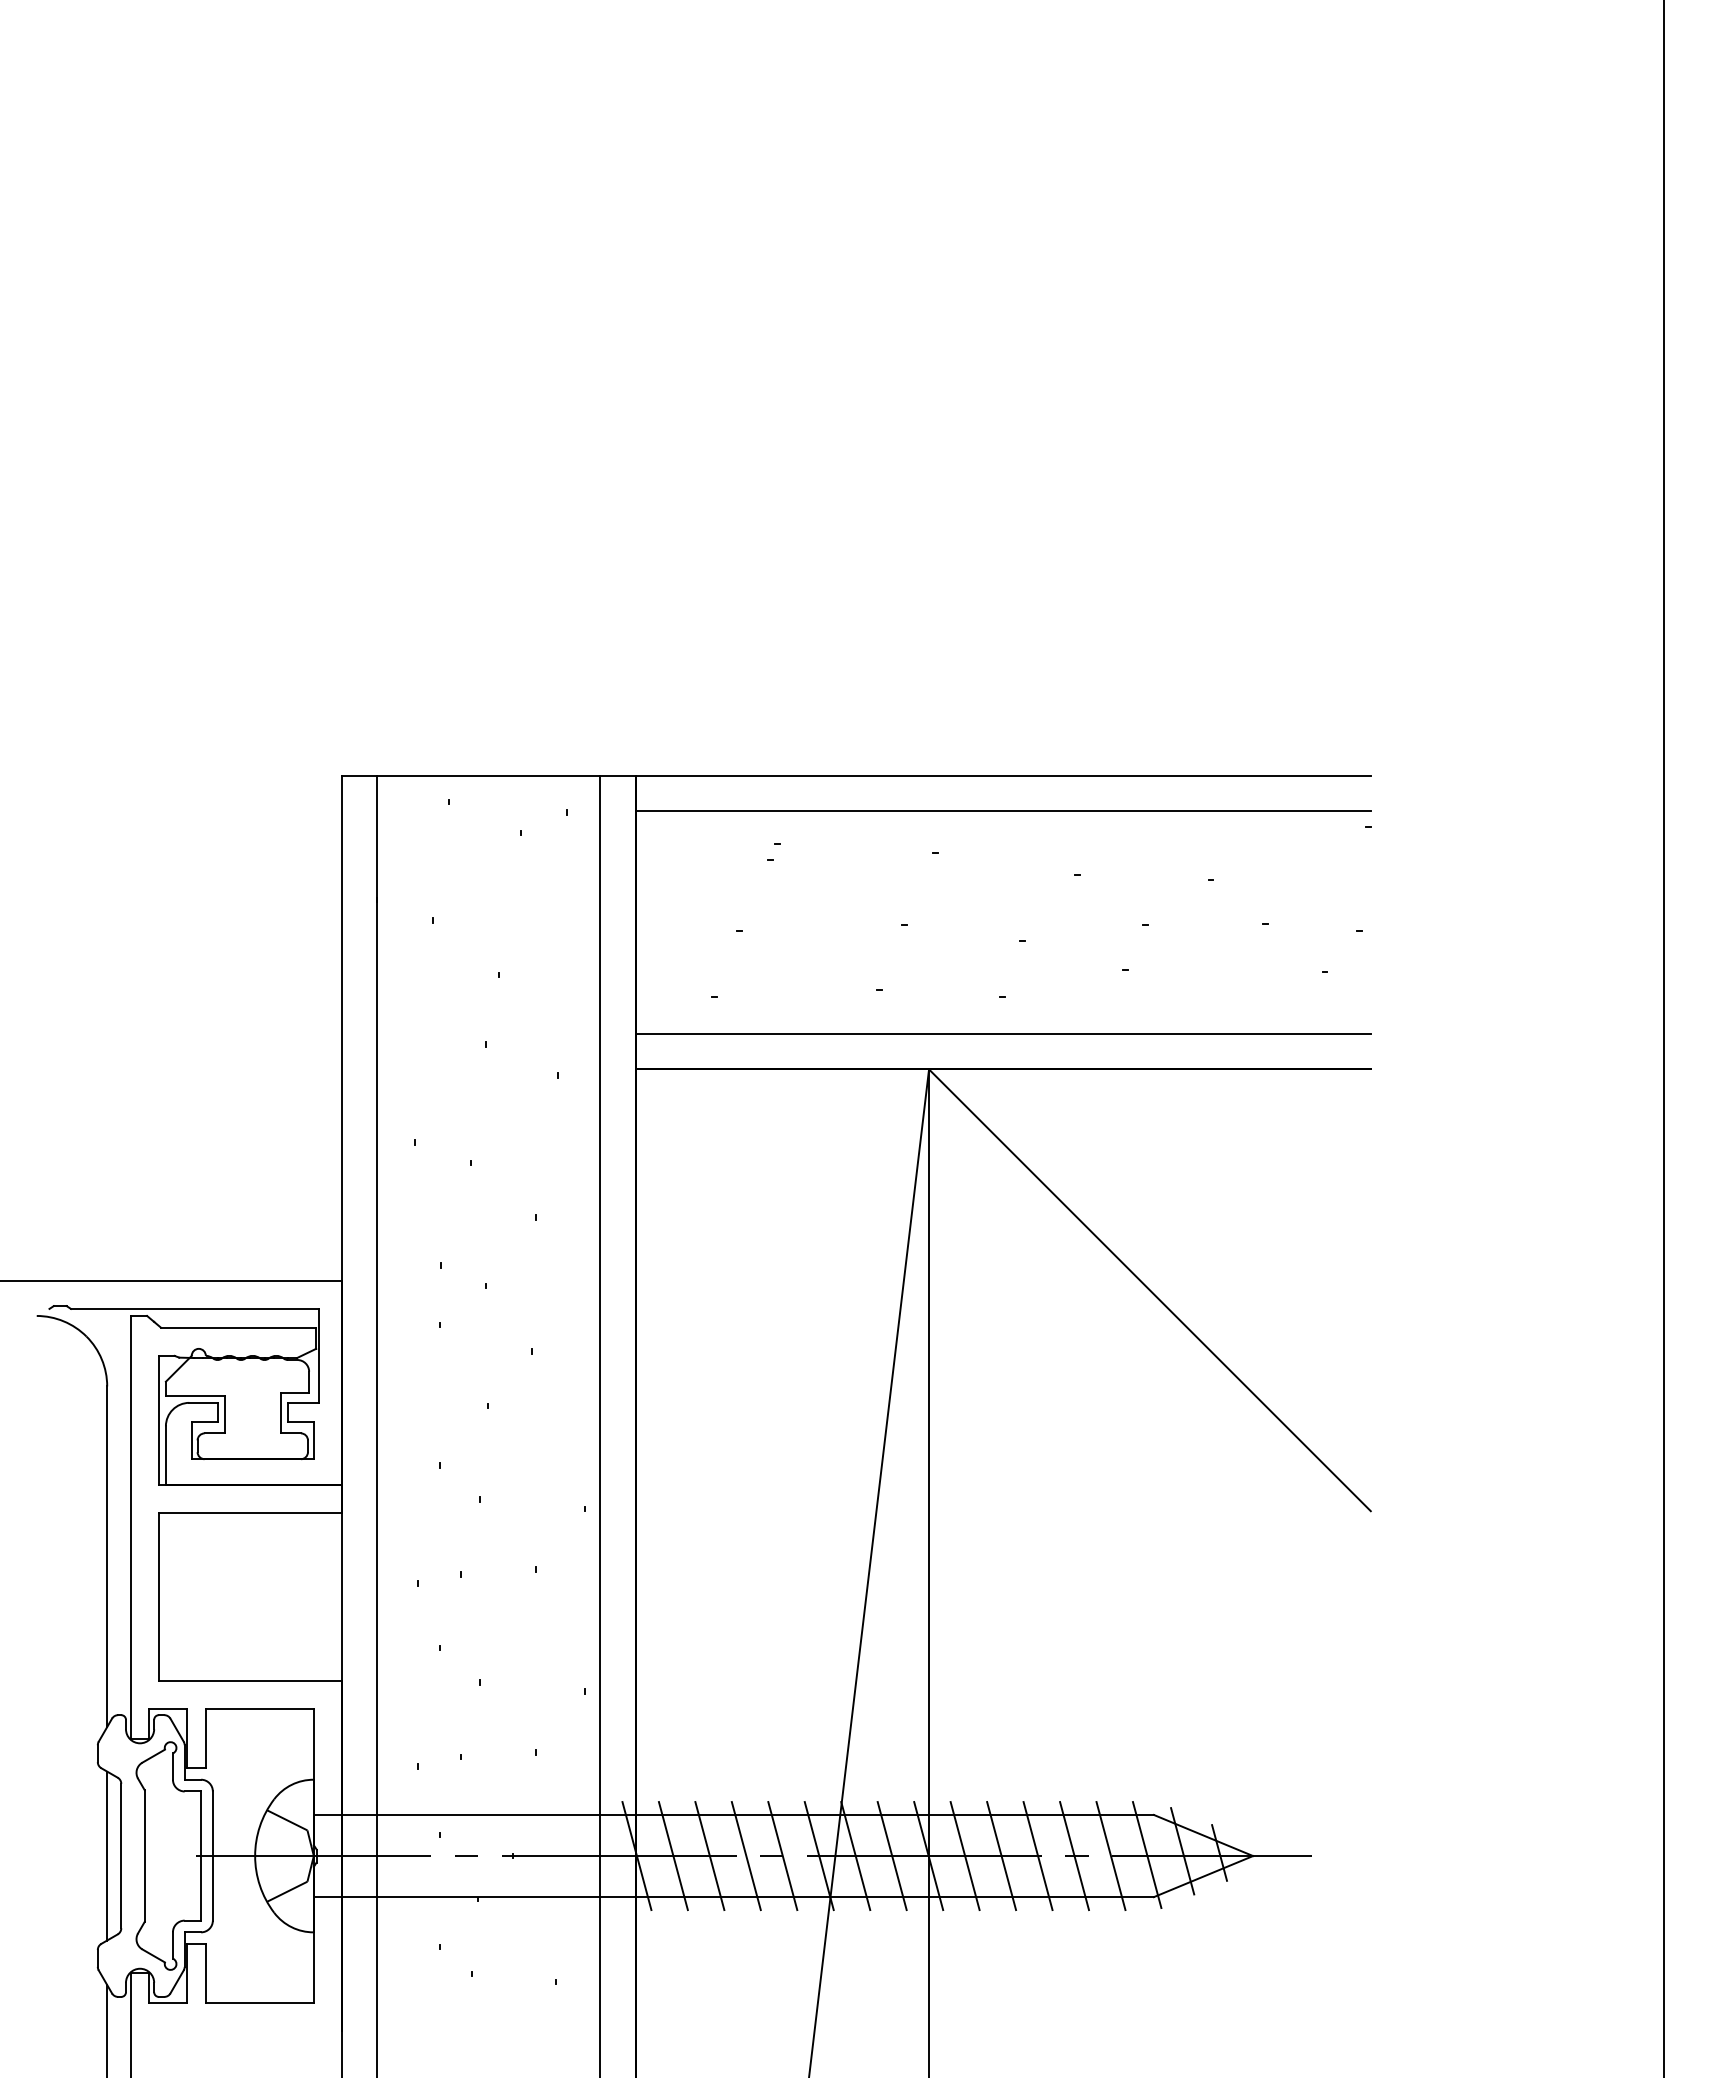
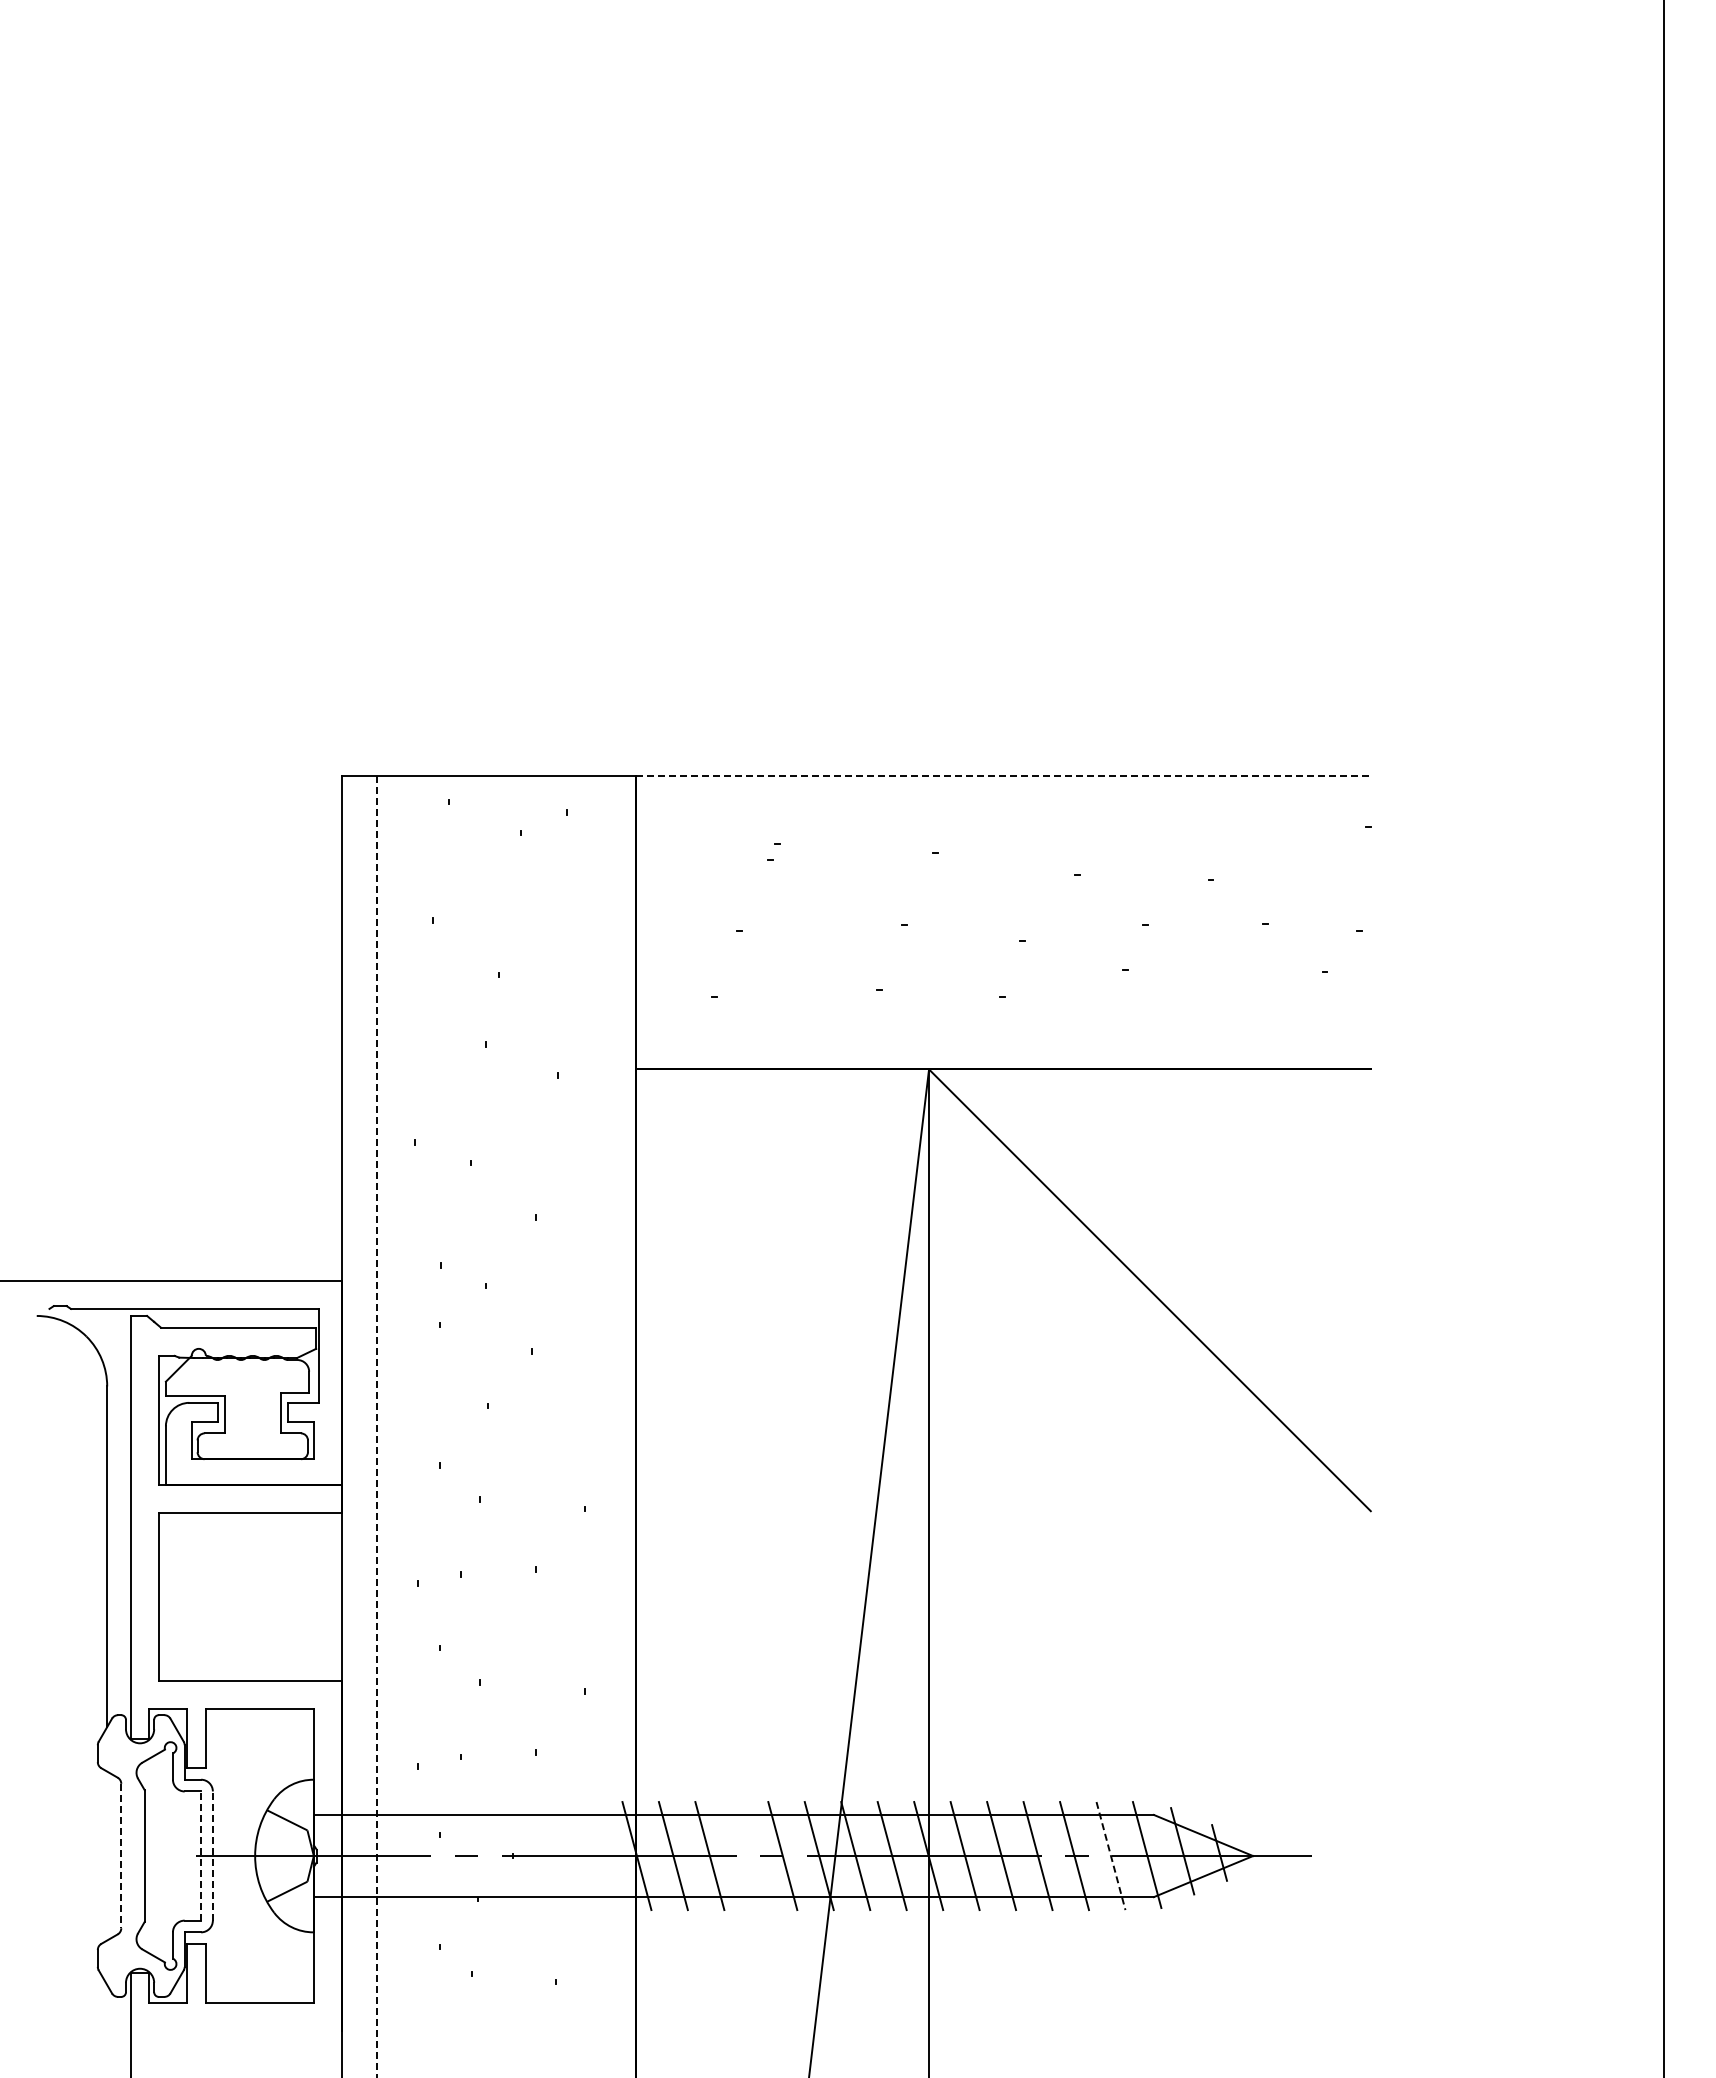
line at (1003, 775): solid -> dashed
line at (1002, 811): present -> none
line at (1002, 1034): present -> none
line at (600, 1424): present -> none
line at (377, 1426): solid -> dashed
line at (107, 1855): present -> none
line at (121, 1856): solid -> dashed
line at (201, 1856): solid -> dashed
line at (212, 1856): solid -> dashed
line at (745, 1856): present -> none
line at (1110, 1856): solid -> dashed
line at (107, 2029): present -> none
